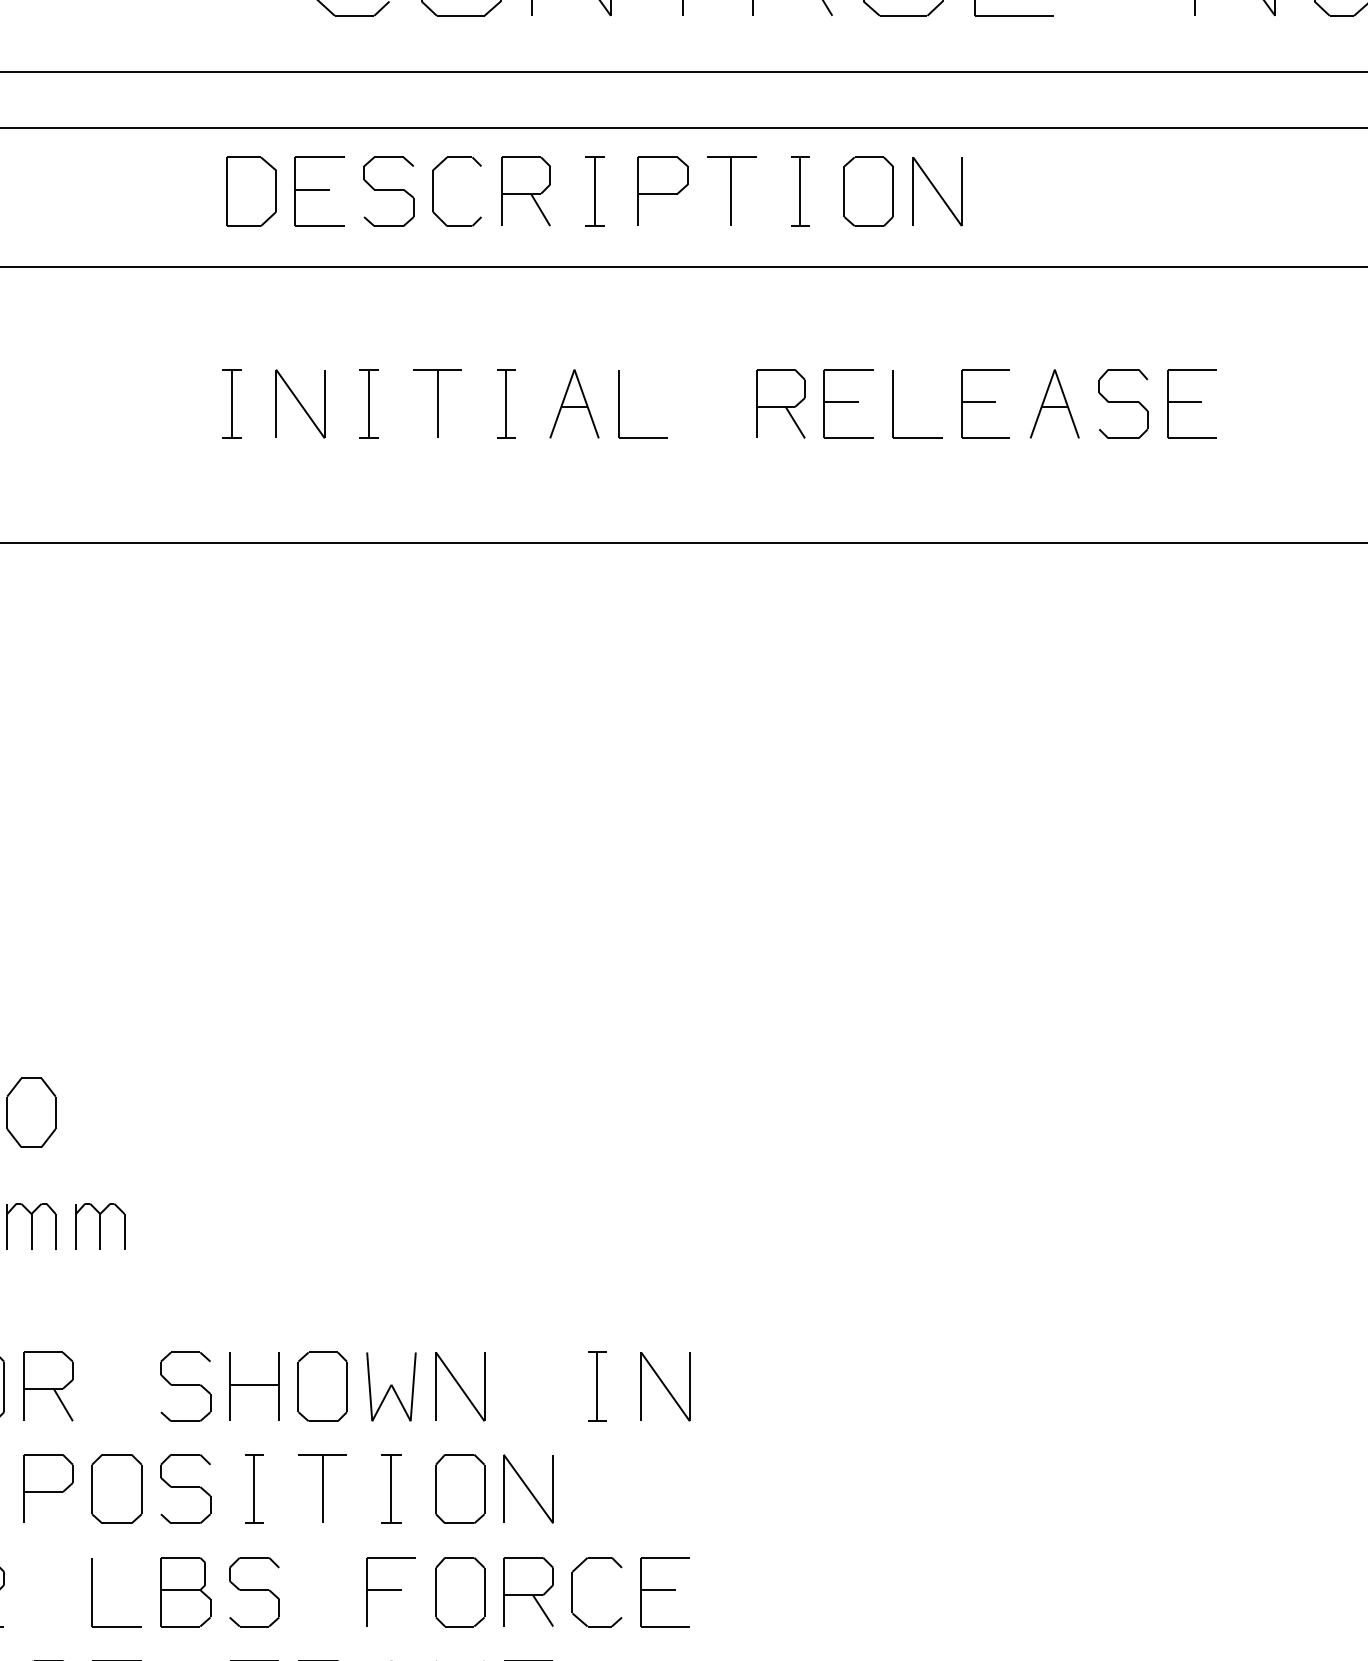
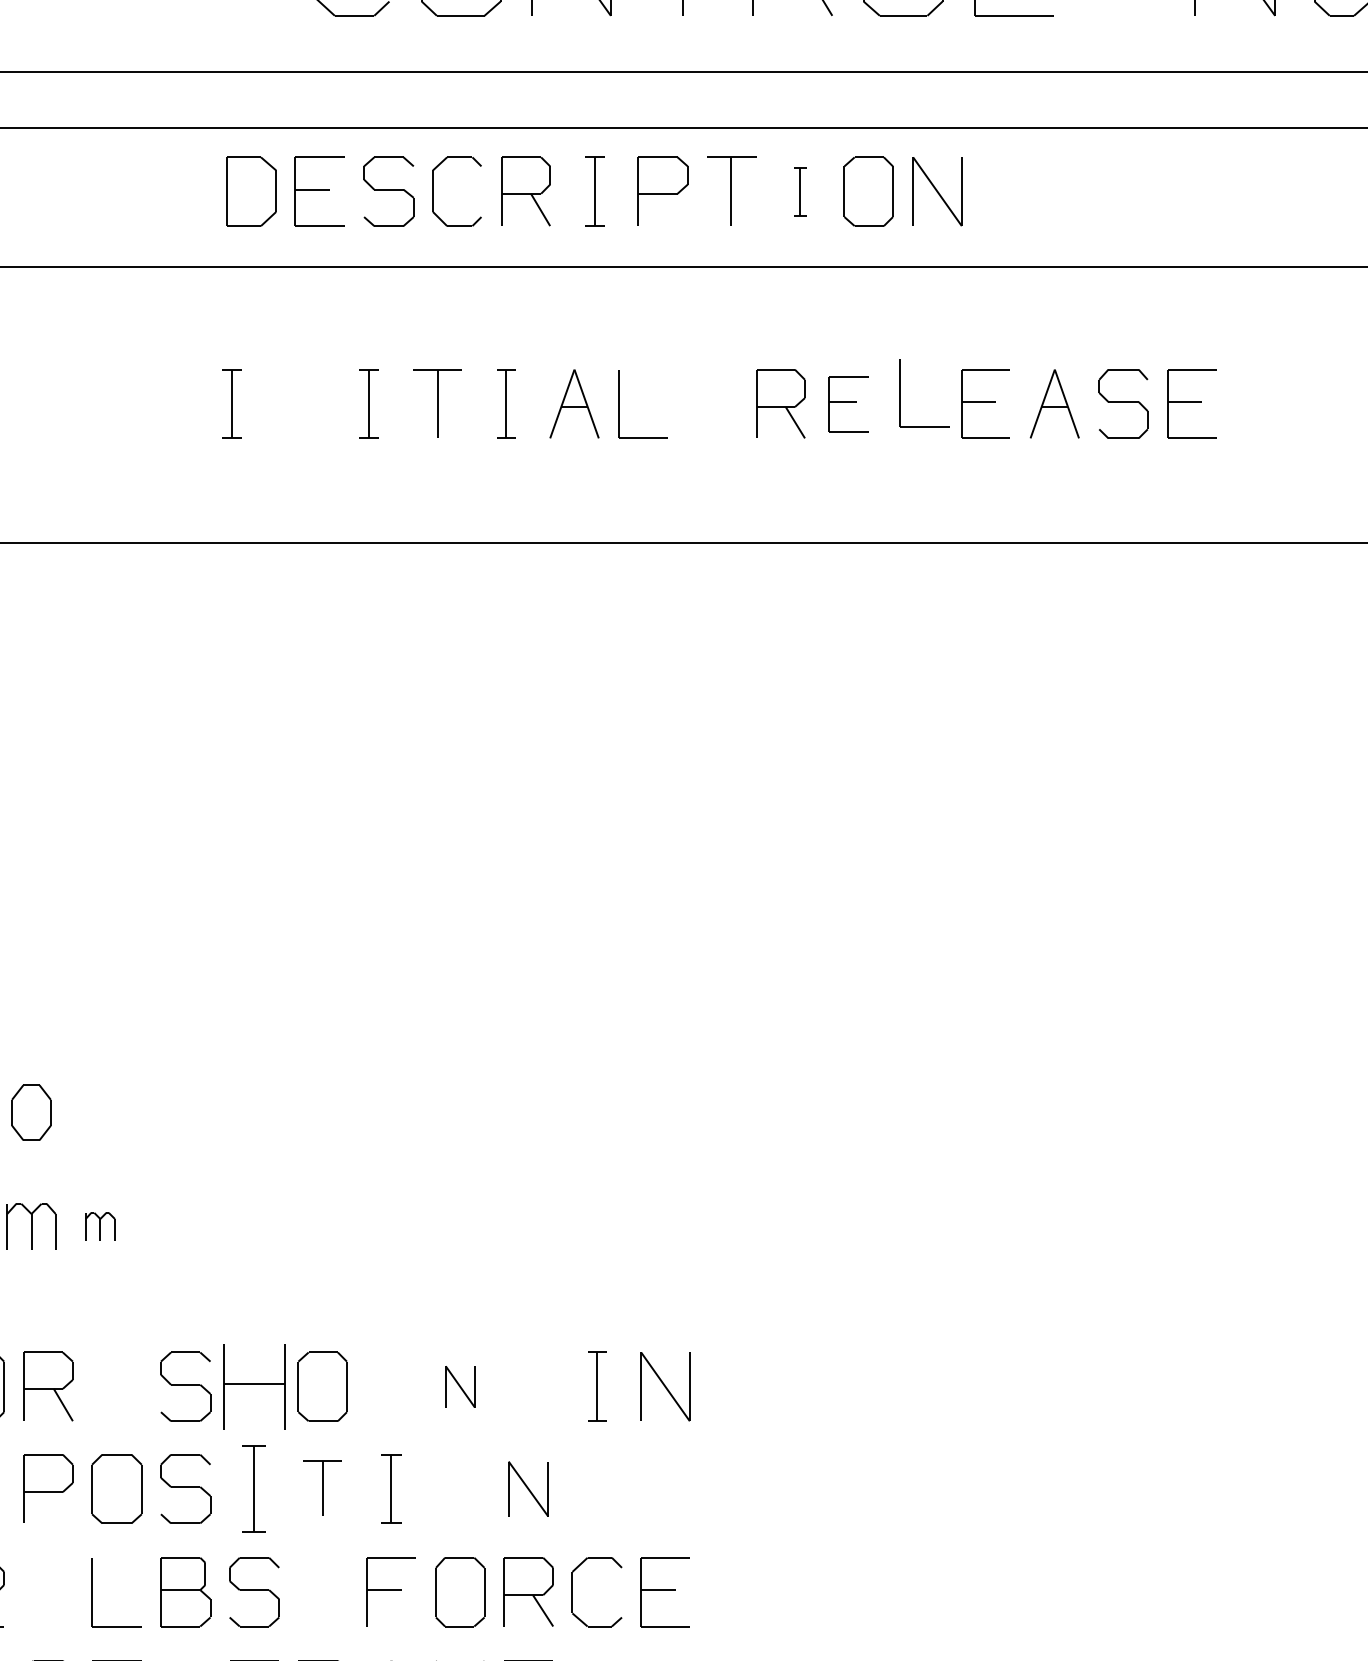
part at (800, 191) size: 19x71 px -> 13x50 px
part at (300, 403): present -> none
part at (848, 403) size: 51x70 px -> 41x57 px
part at (893, 404) position: (893, 404) -> (900, 393)
part at (31, 1112) size: 51x71 px -> 41x57 px
part at (100, 1226) size: 51x47 px -> 31x29 px
part at (254, 1386) size: 51x69 px -> 63x86 px
part at (391, 1386): present -> none
part at (460, 1386) size: 51x70 px -> 31x42 px
part at (254, 1488) size: 19x70 px -> 24x88 px
part at (322, 1488) size: 49x69 px -> 39x56 px
part at (460, 1488): present -> none
part at (528, 1488) size: 51x70 px -> 41x56 px
